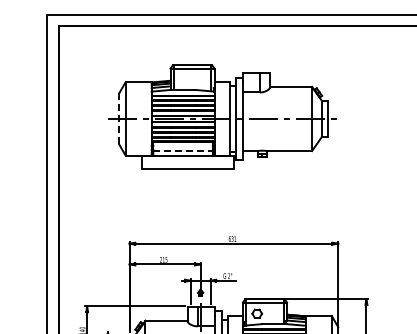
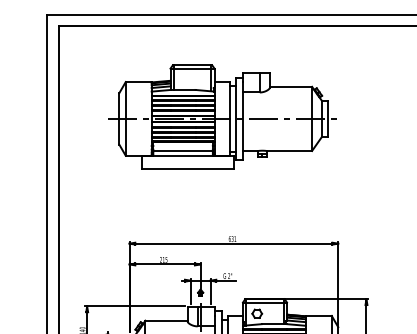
line at (119, 118): dashed -> solid
line at (183, 151): dashed -> solid
